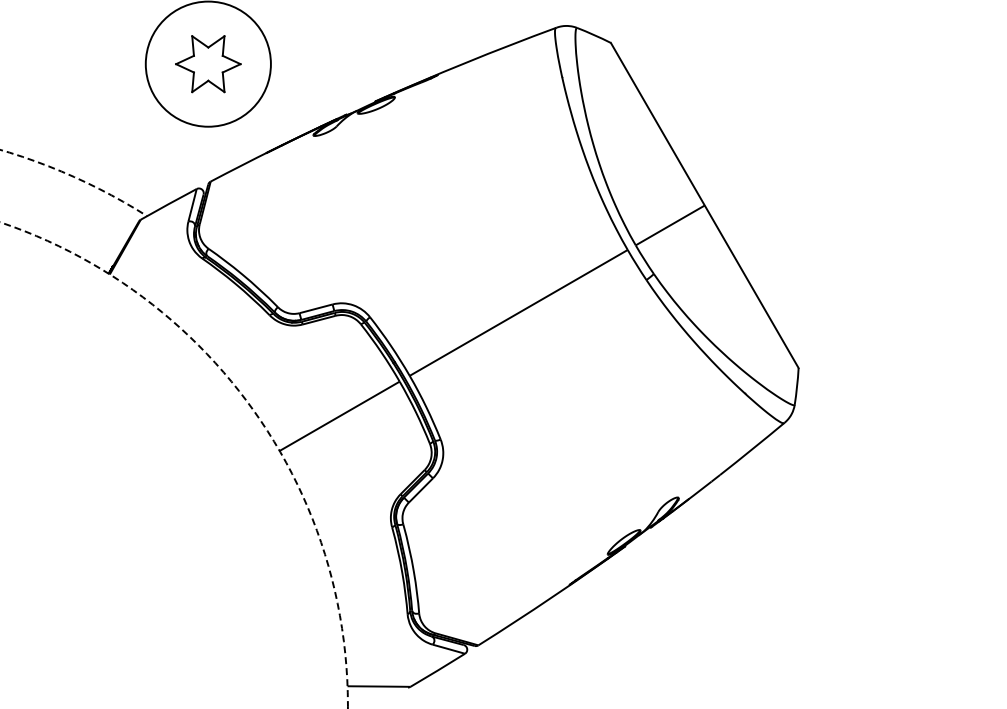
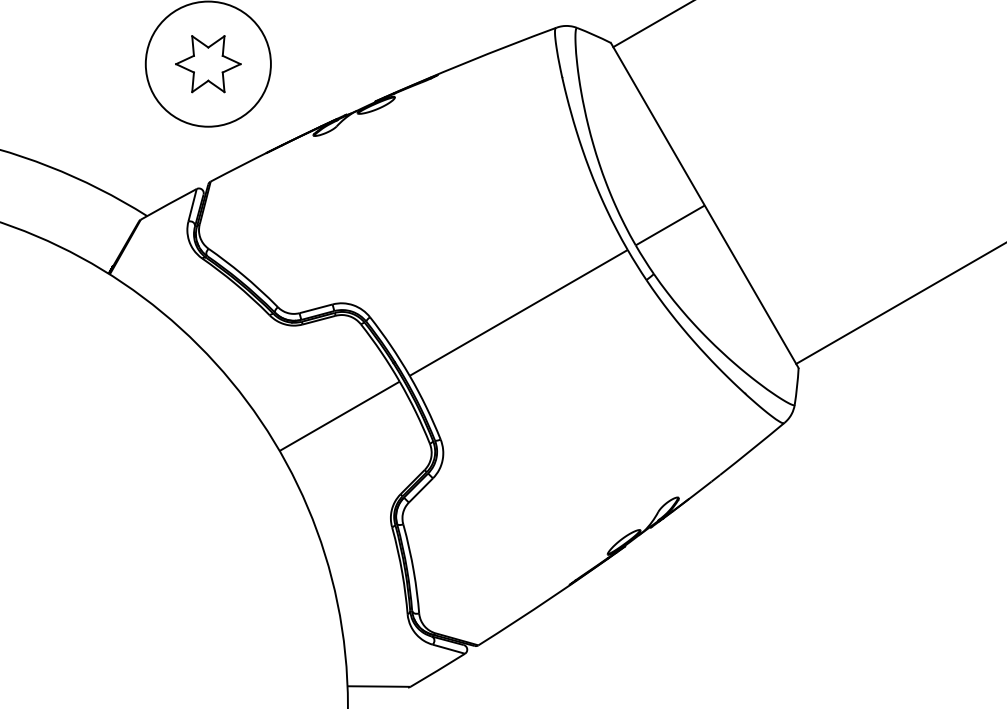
line at (652, 24): none -> present
arc at (75, 177): dashed -> solid
line at (899, 303): none -> present
circle at (173, 465): dashed -> solid
